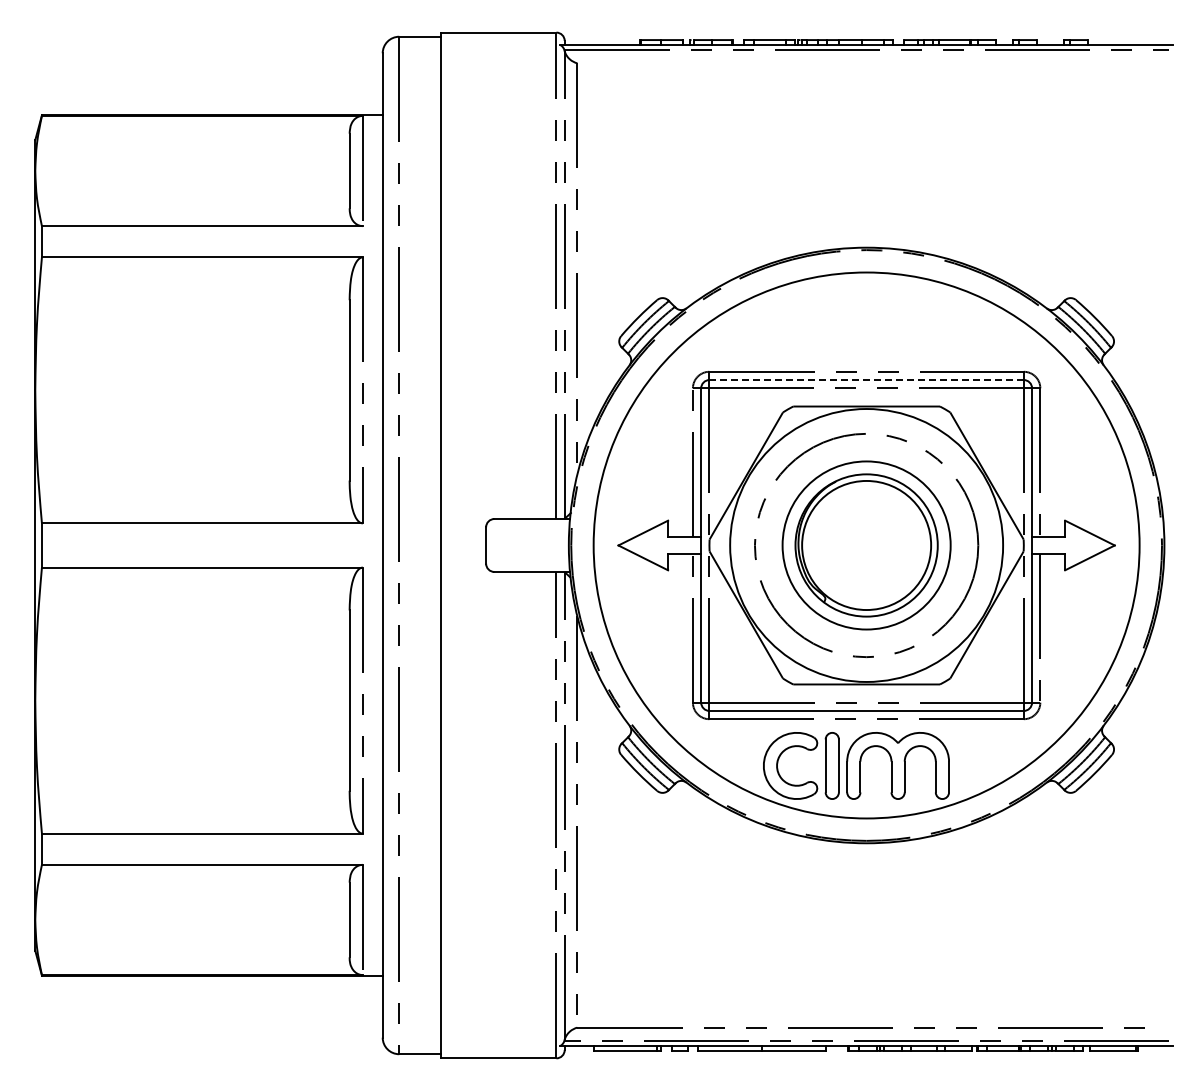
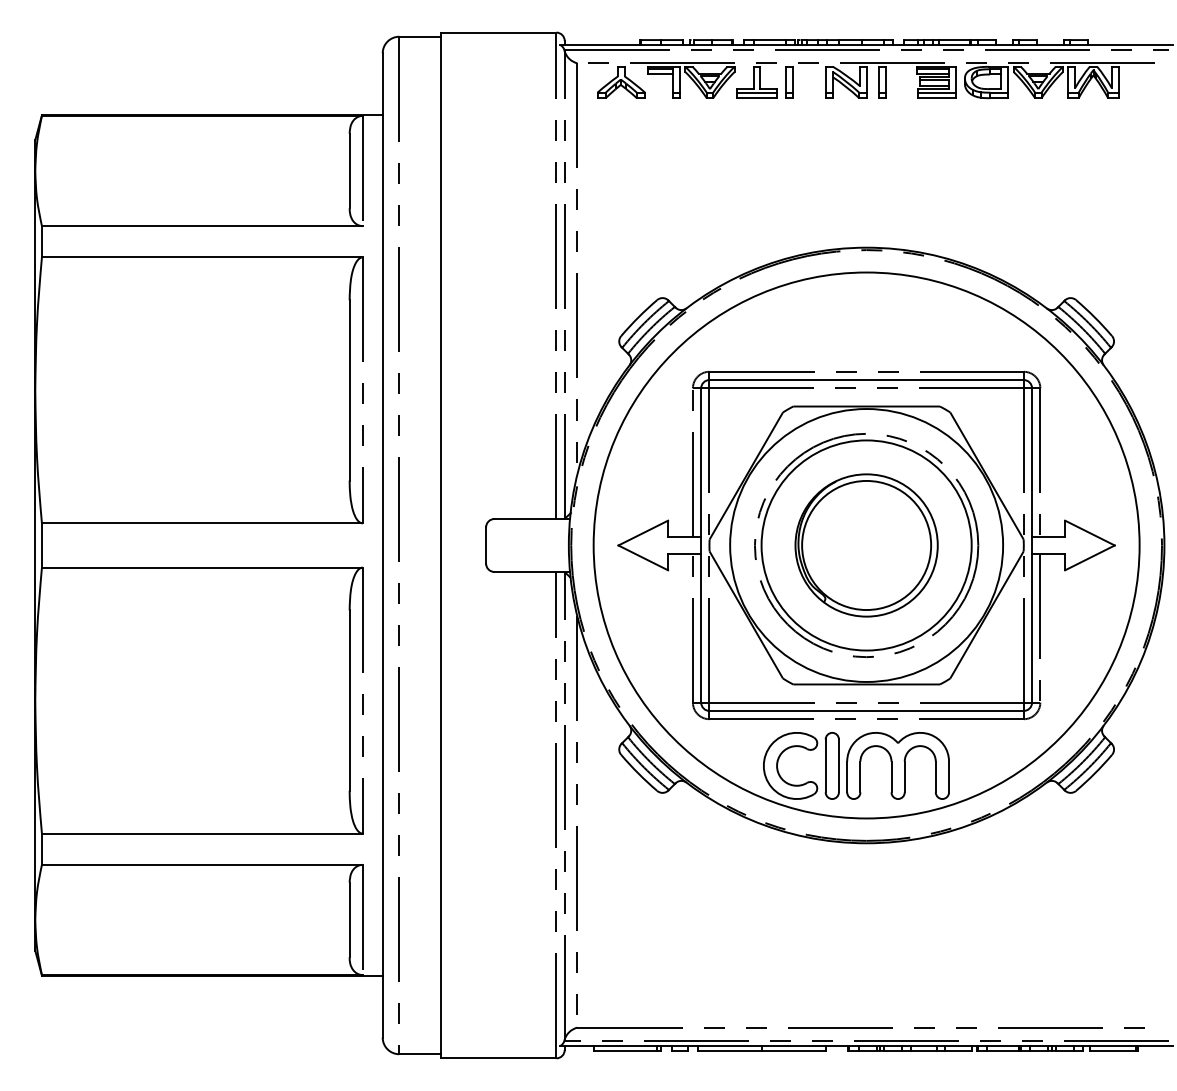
part at (871, 80): none -> present
line at (867, 380): dashed -> solid
circle at (866, 545) diameter: 168 px -> 210 px
